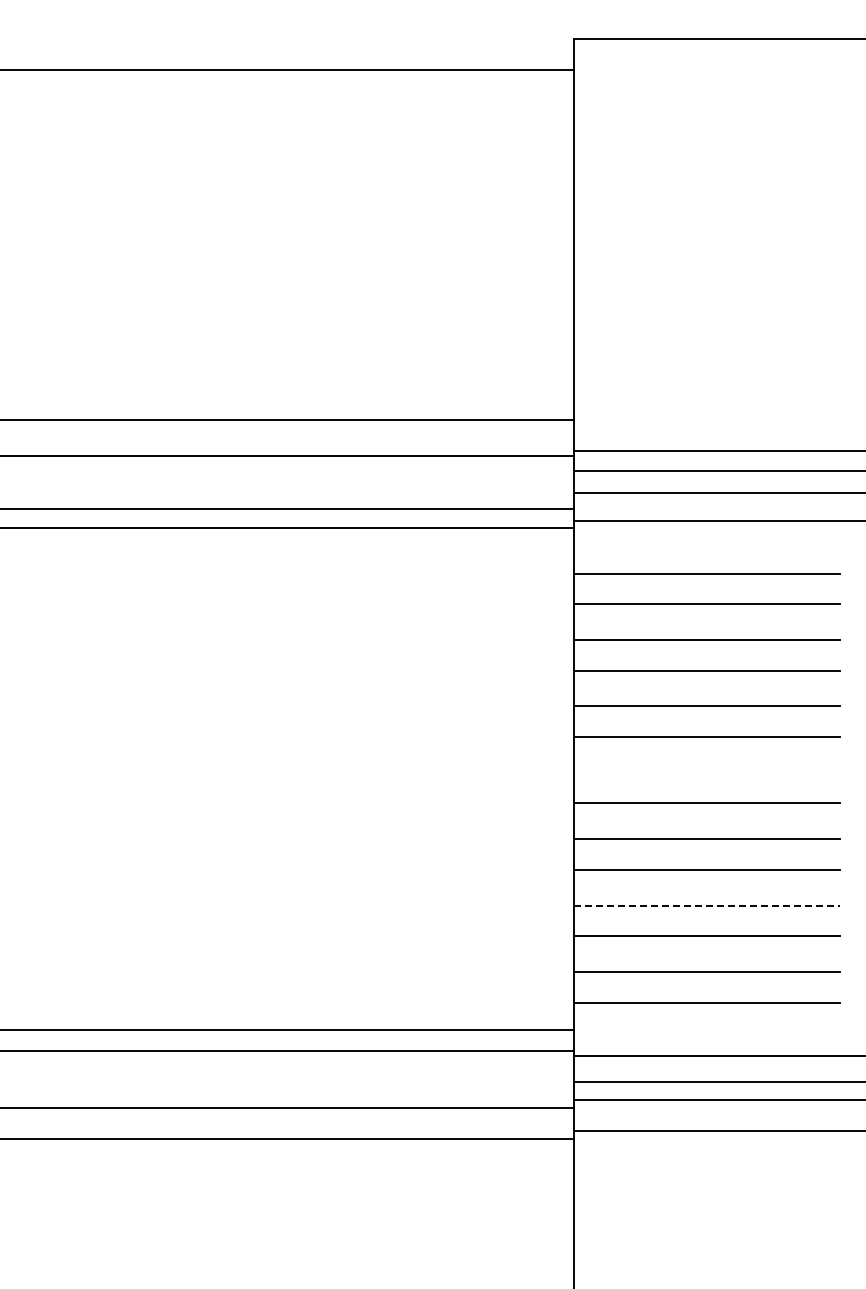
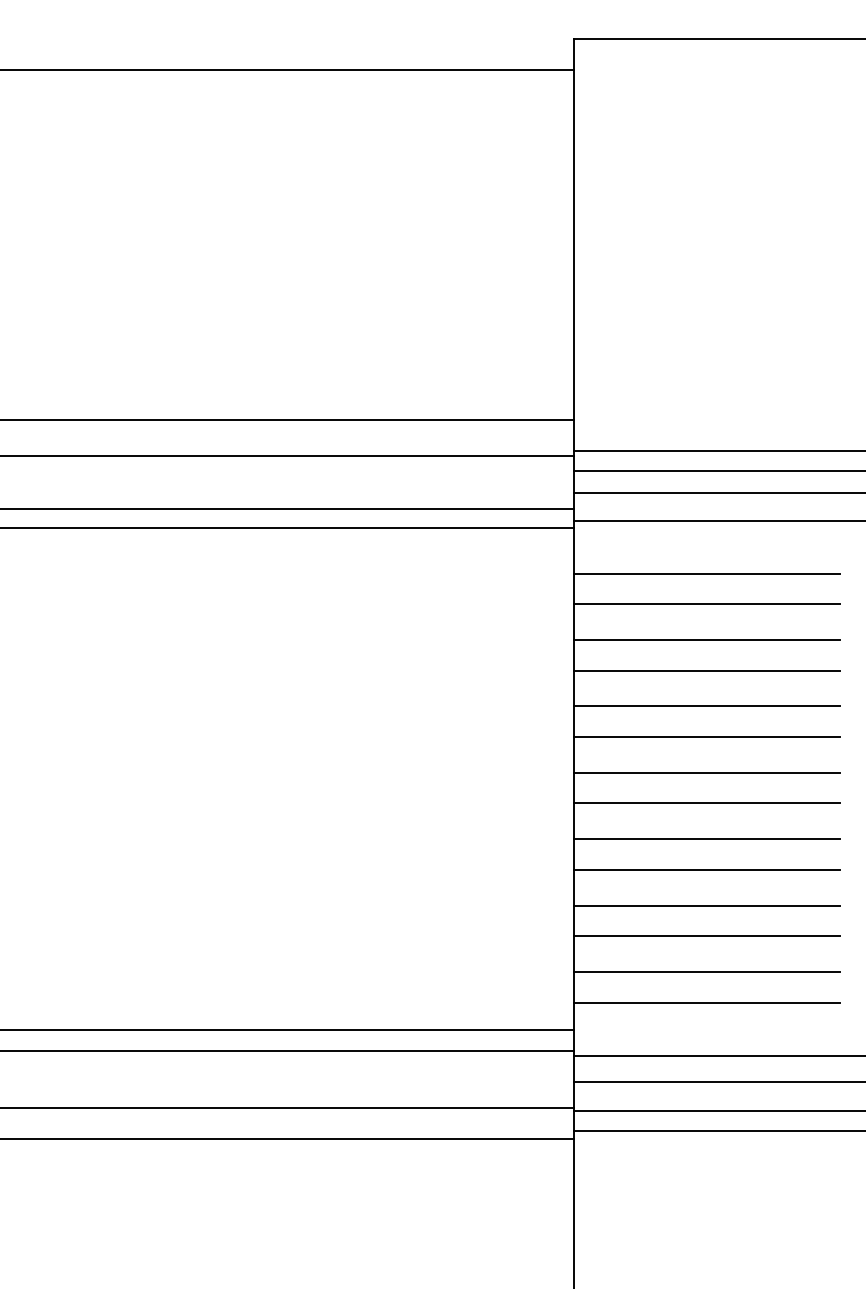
line at (706, 772): none -> present
line at (707, 905): dashed -> solid
line at (718, 1100) position: (718, 1100) -> (718, 1111)
